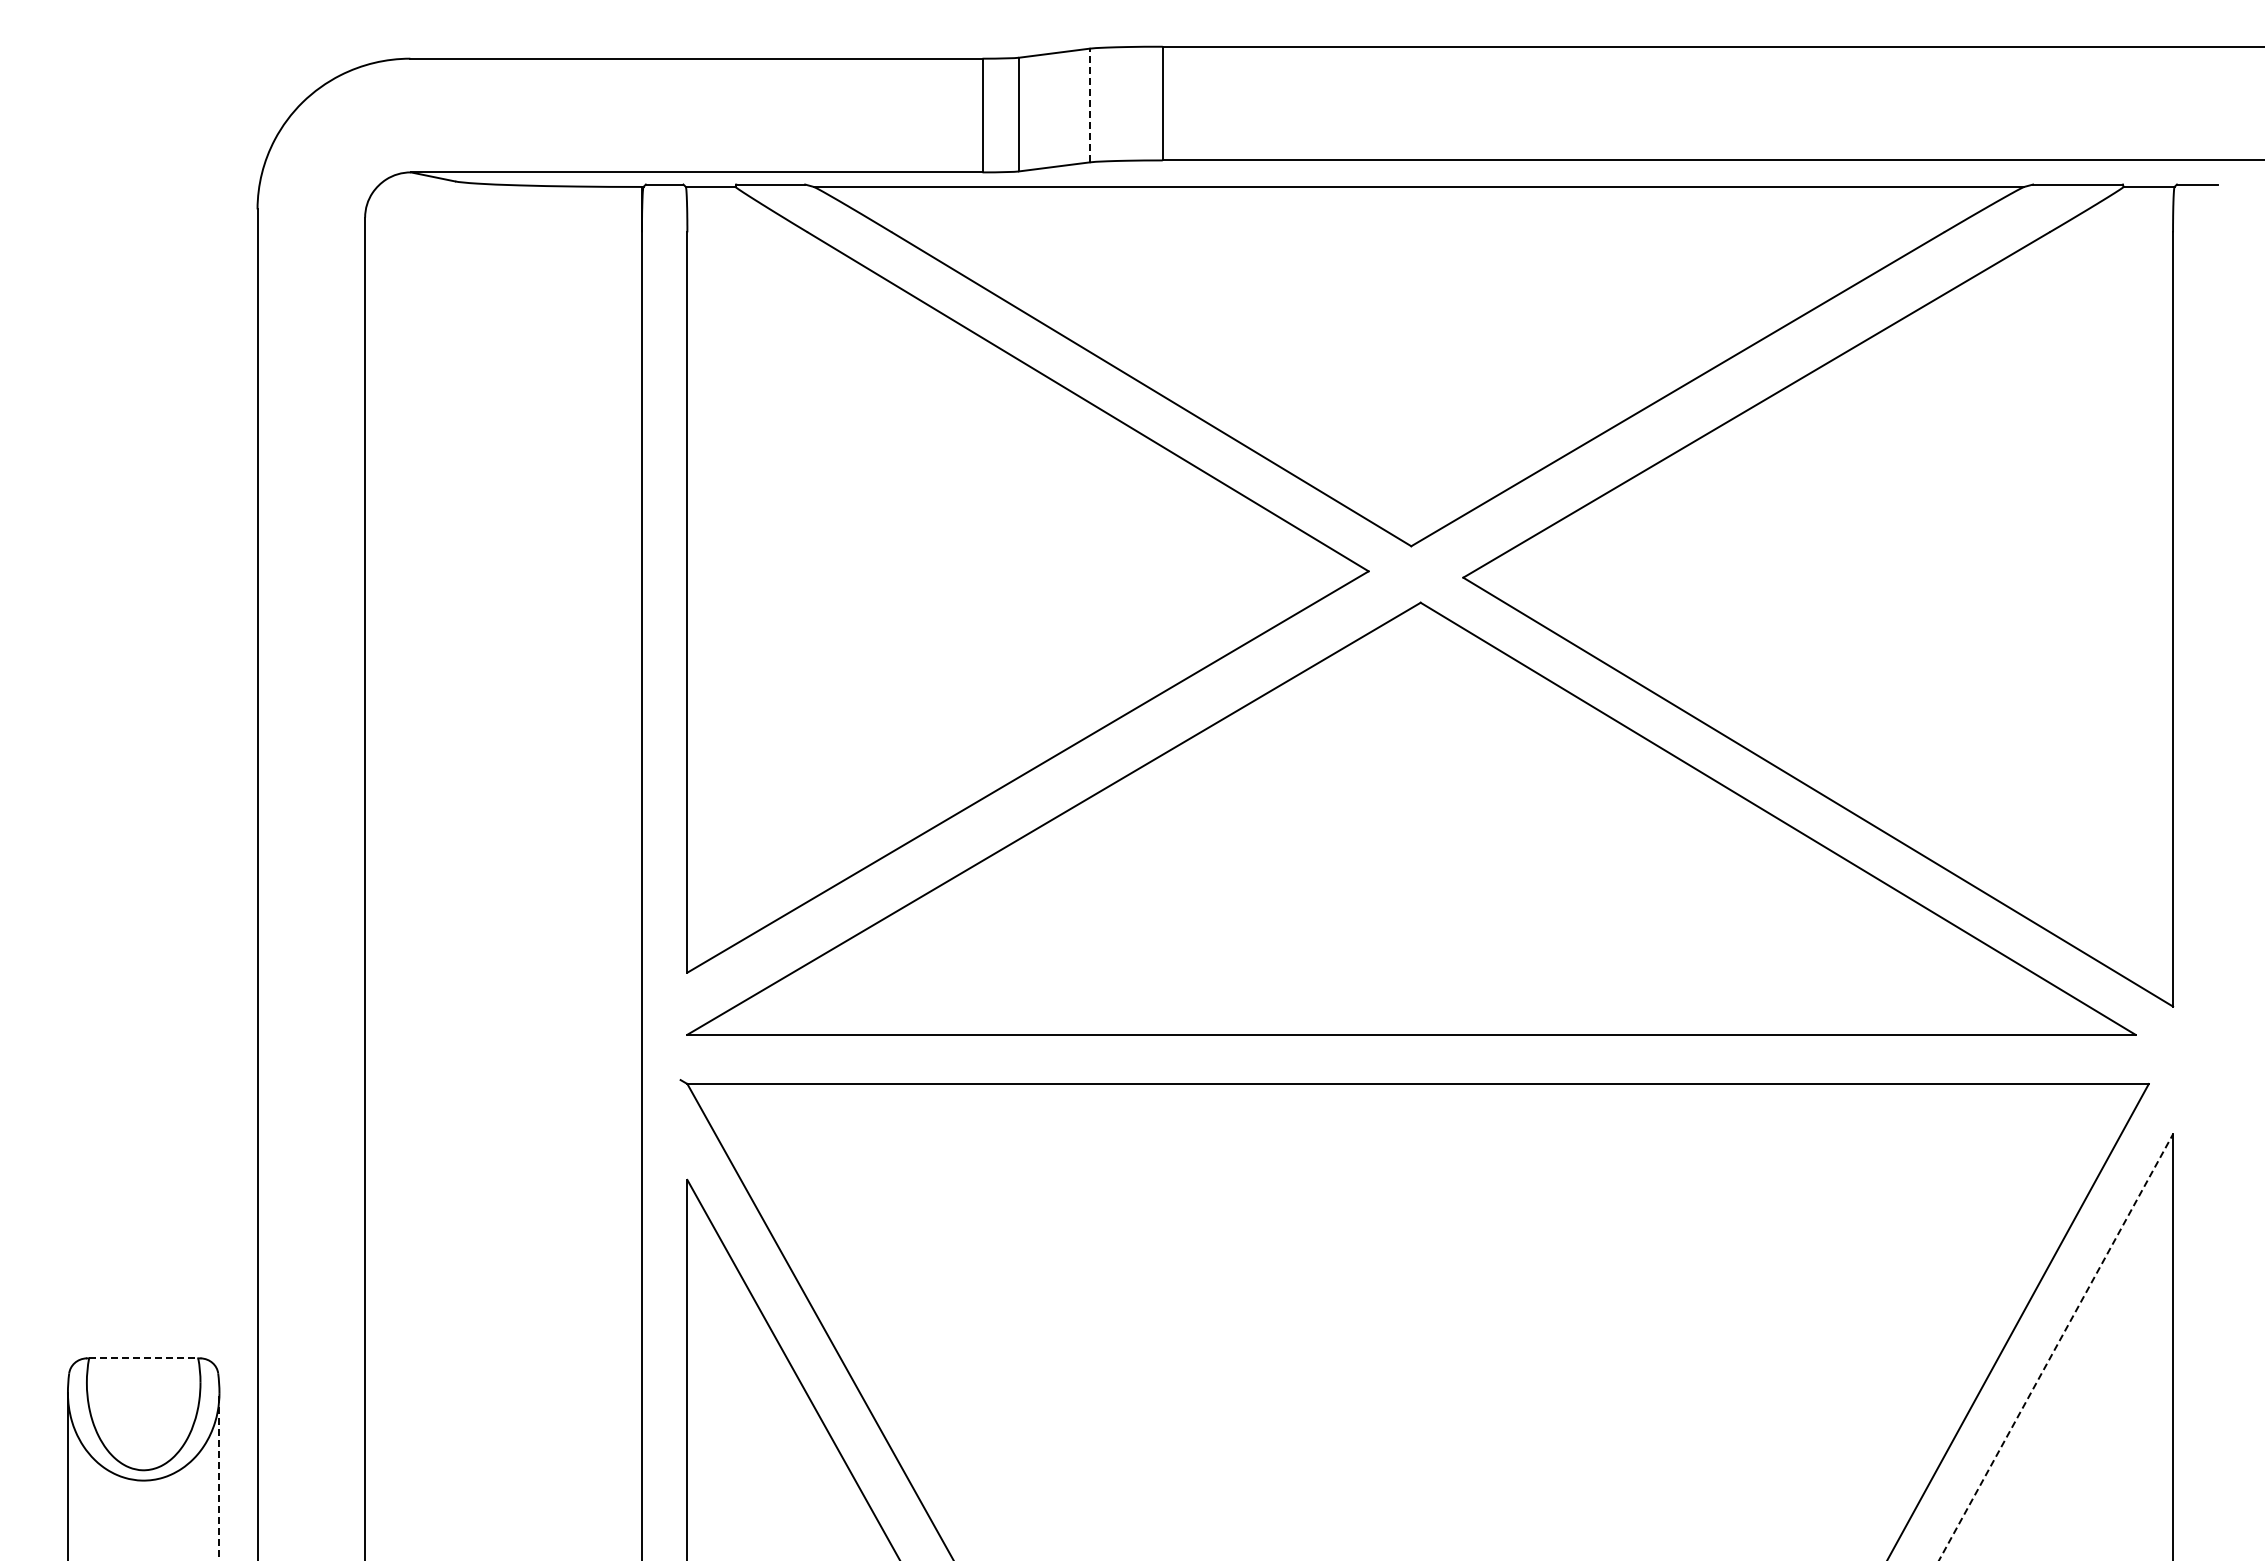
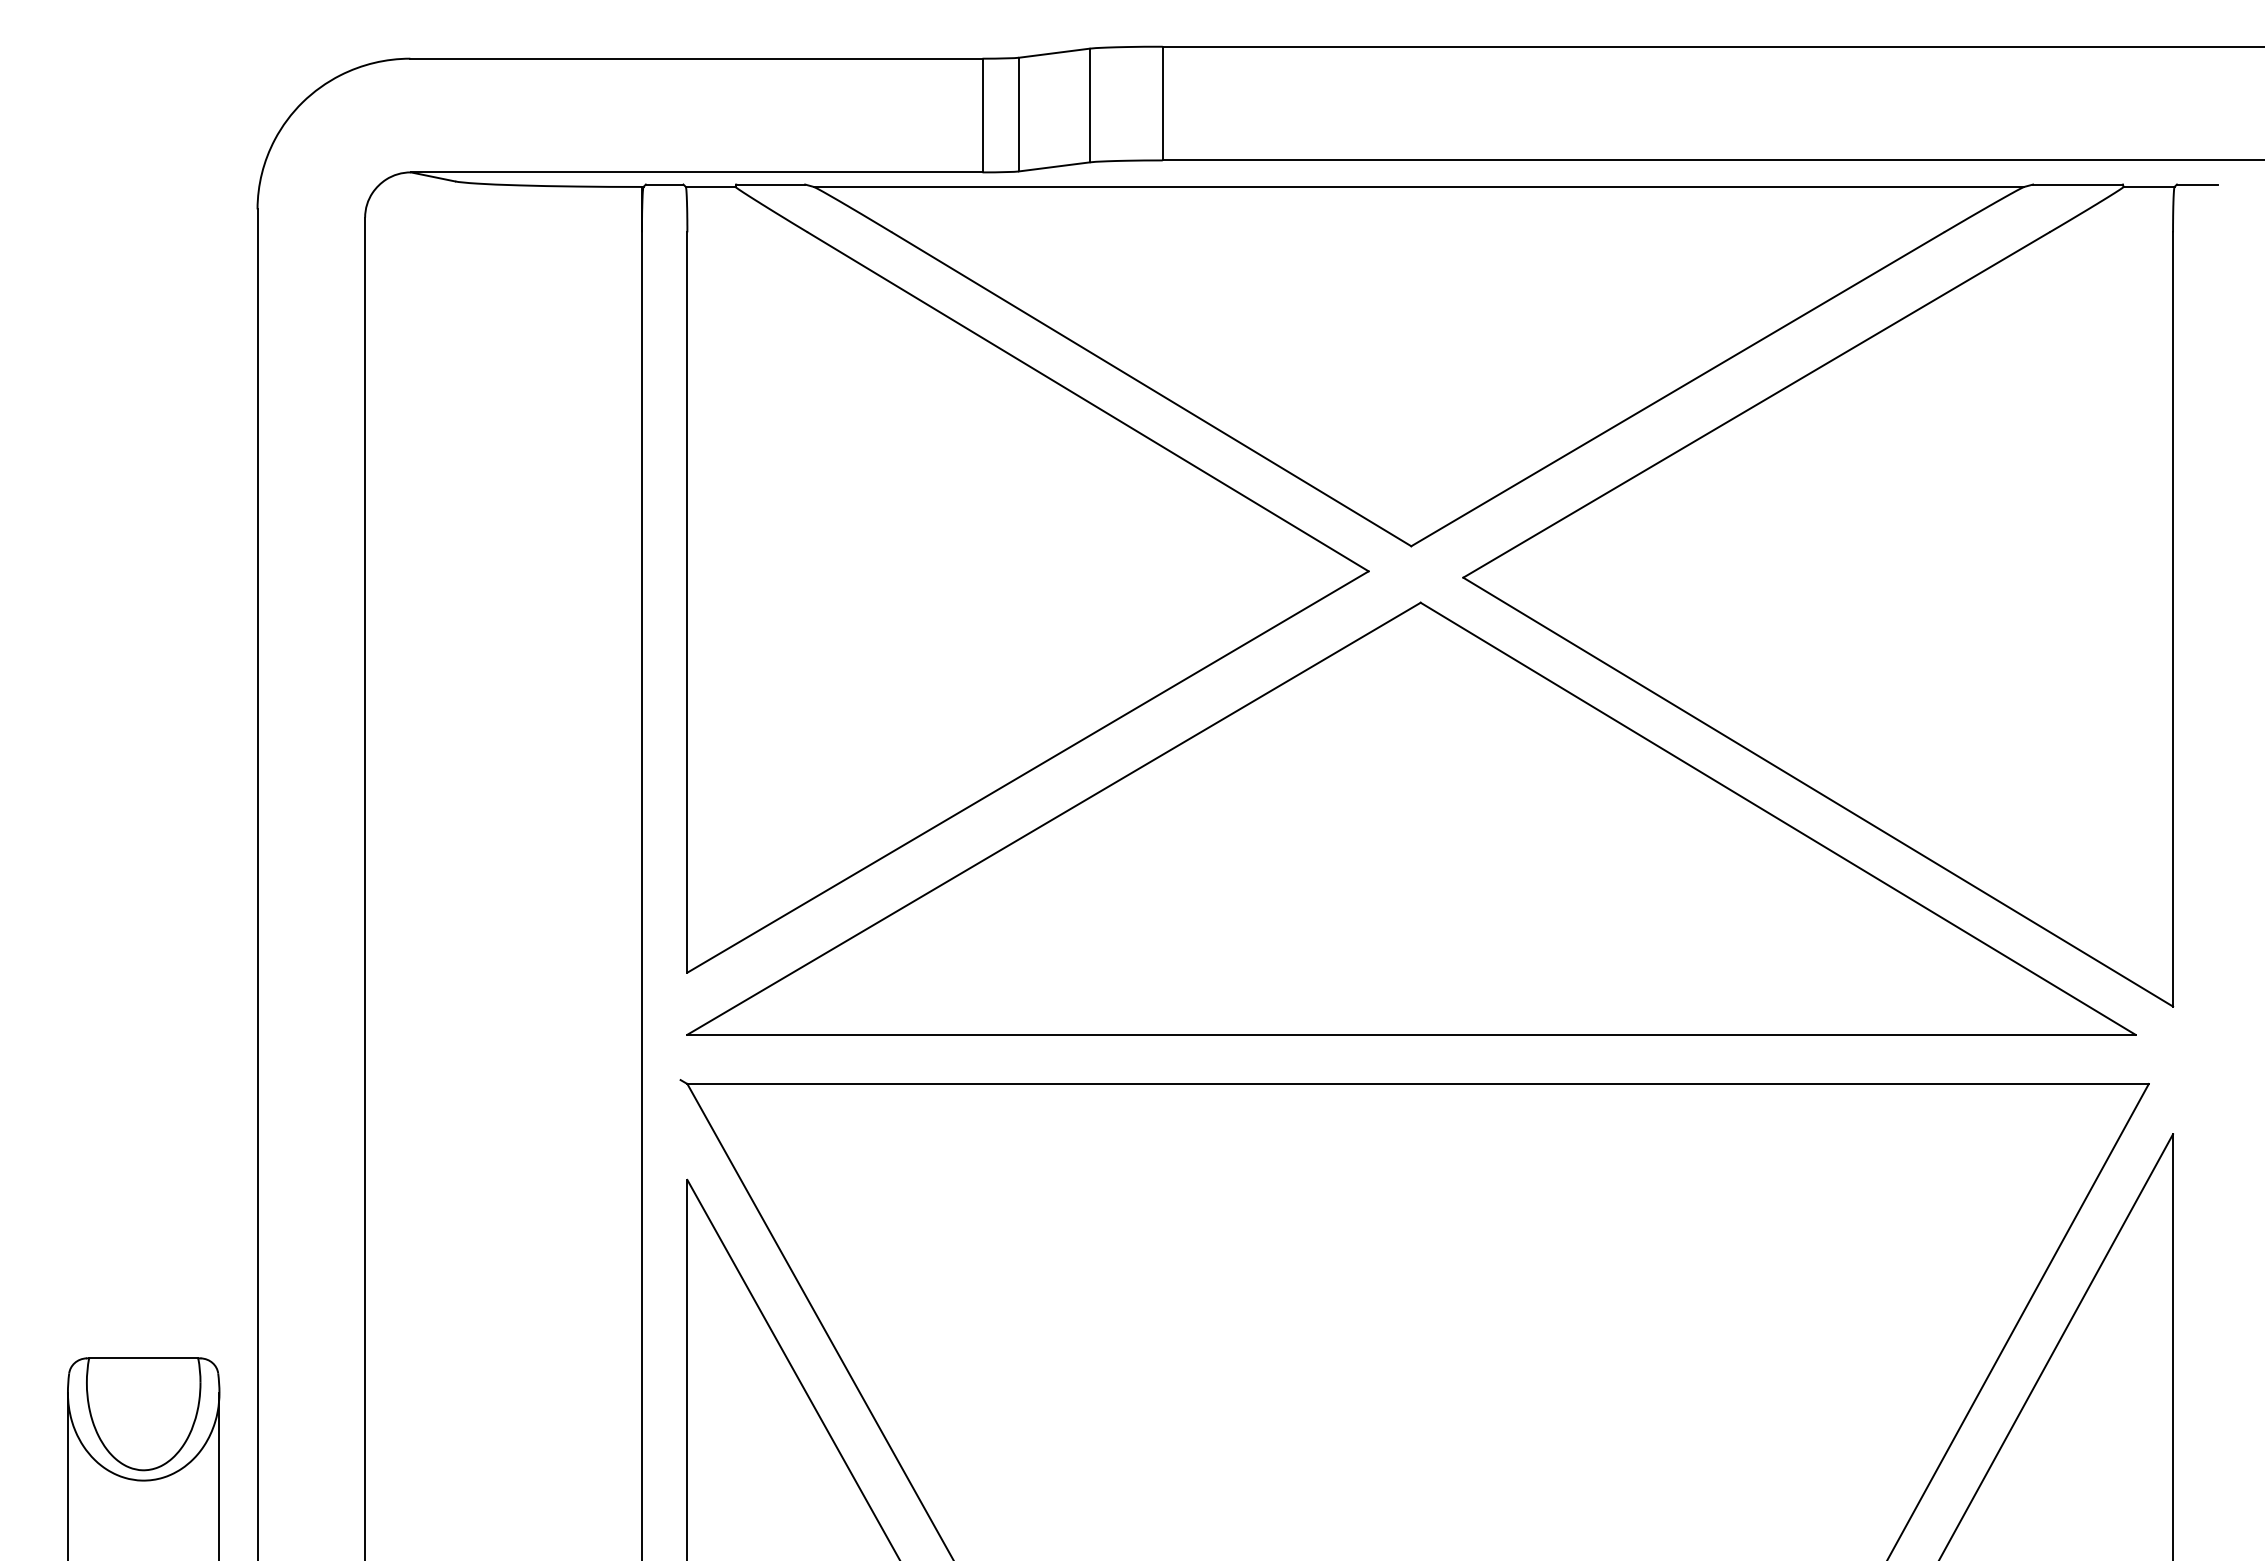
line at (1089, 105): dashed -> solid
line at (2056, 1347): dashed -> solid
line at (143, 1358): dashed -> solid
line at (219, 1476): dashed -> solid
